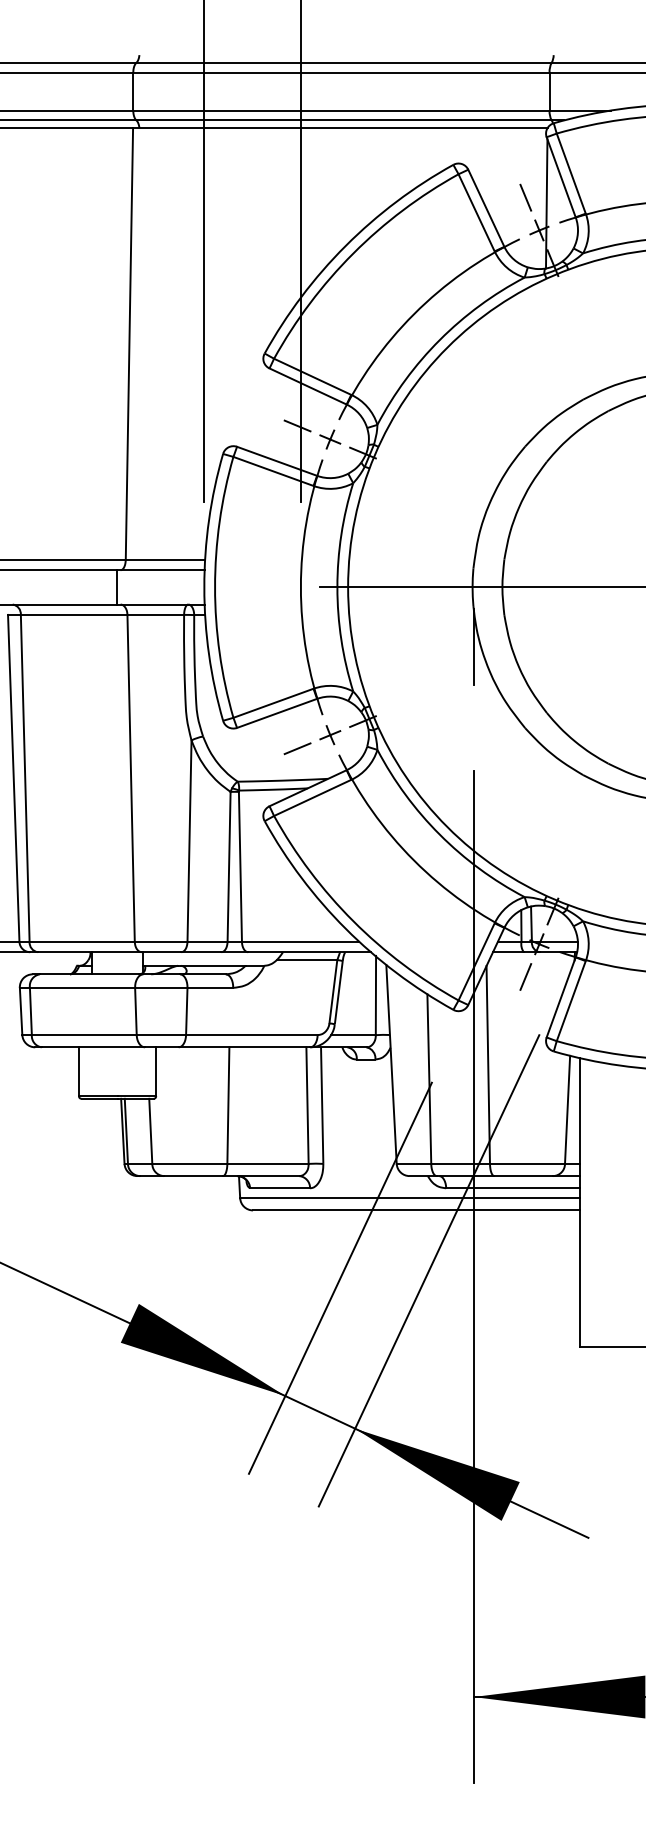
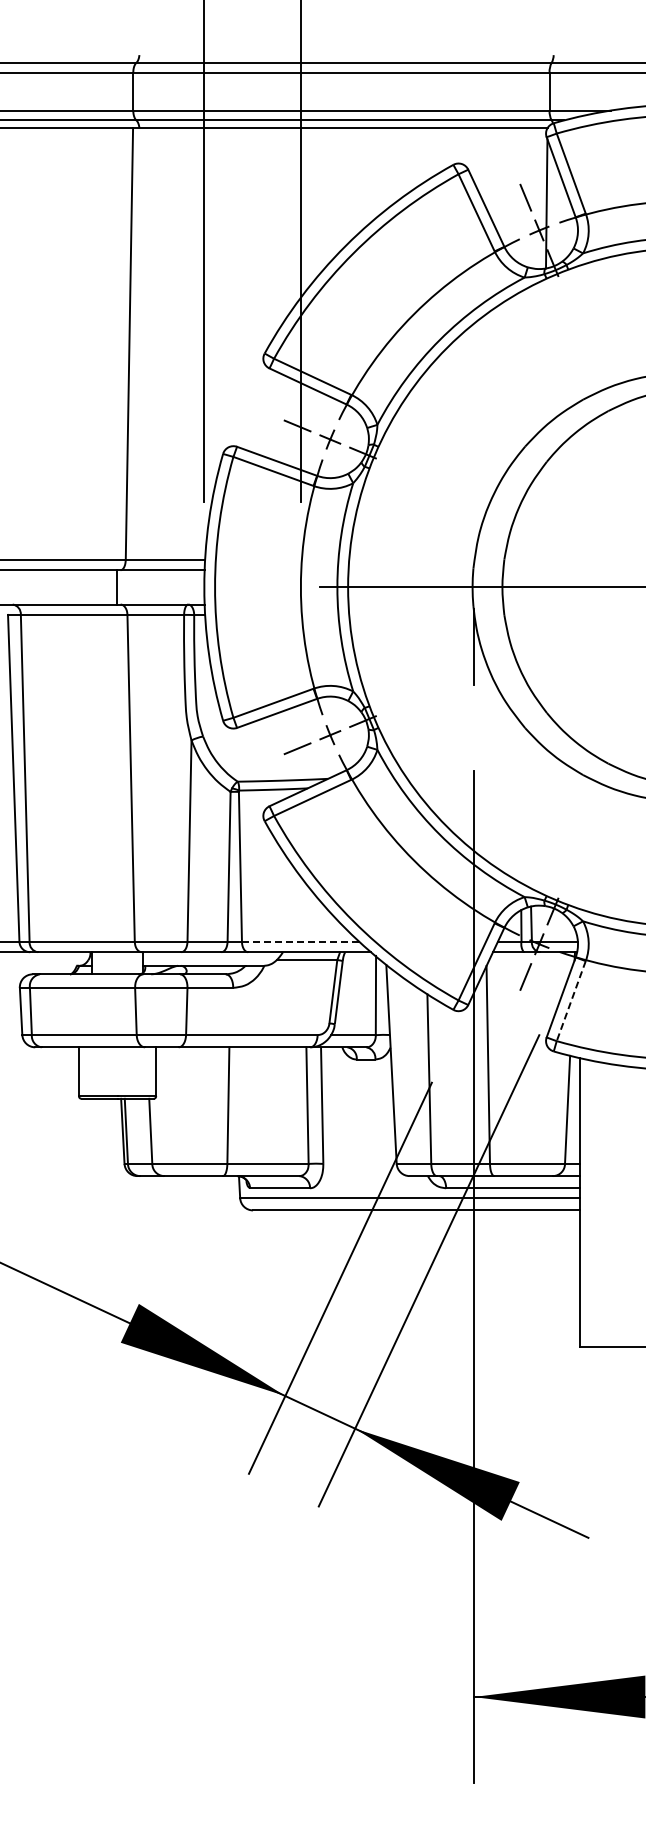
line at (300, 941): solid -> dashed
line at (571, 1001): solid -> dashed
